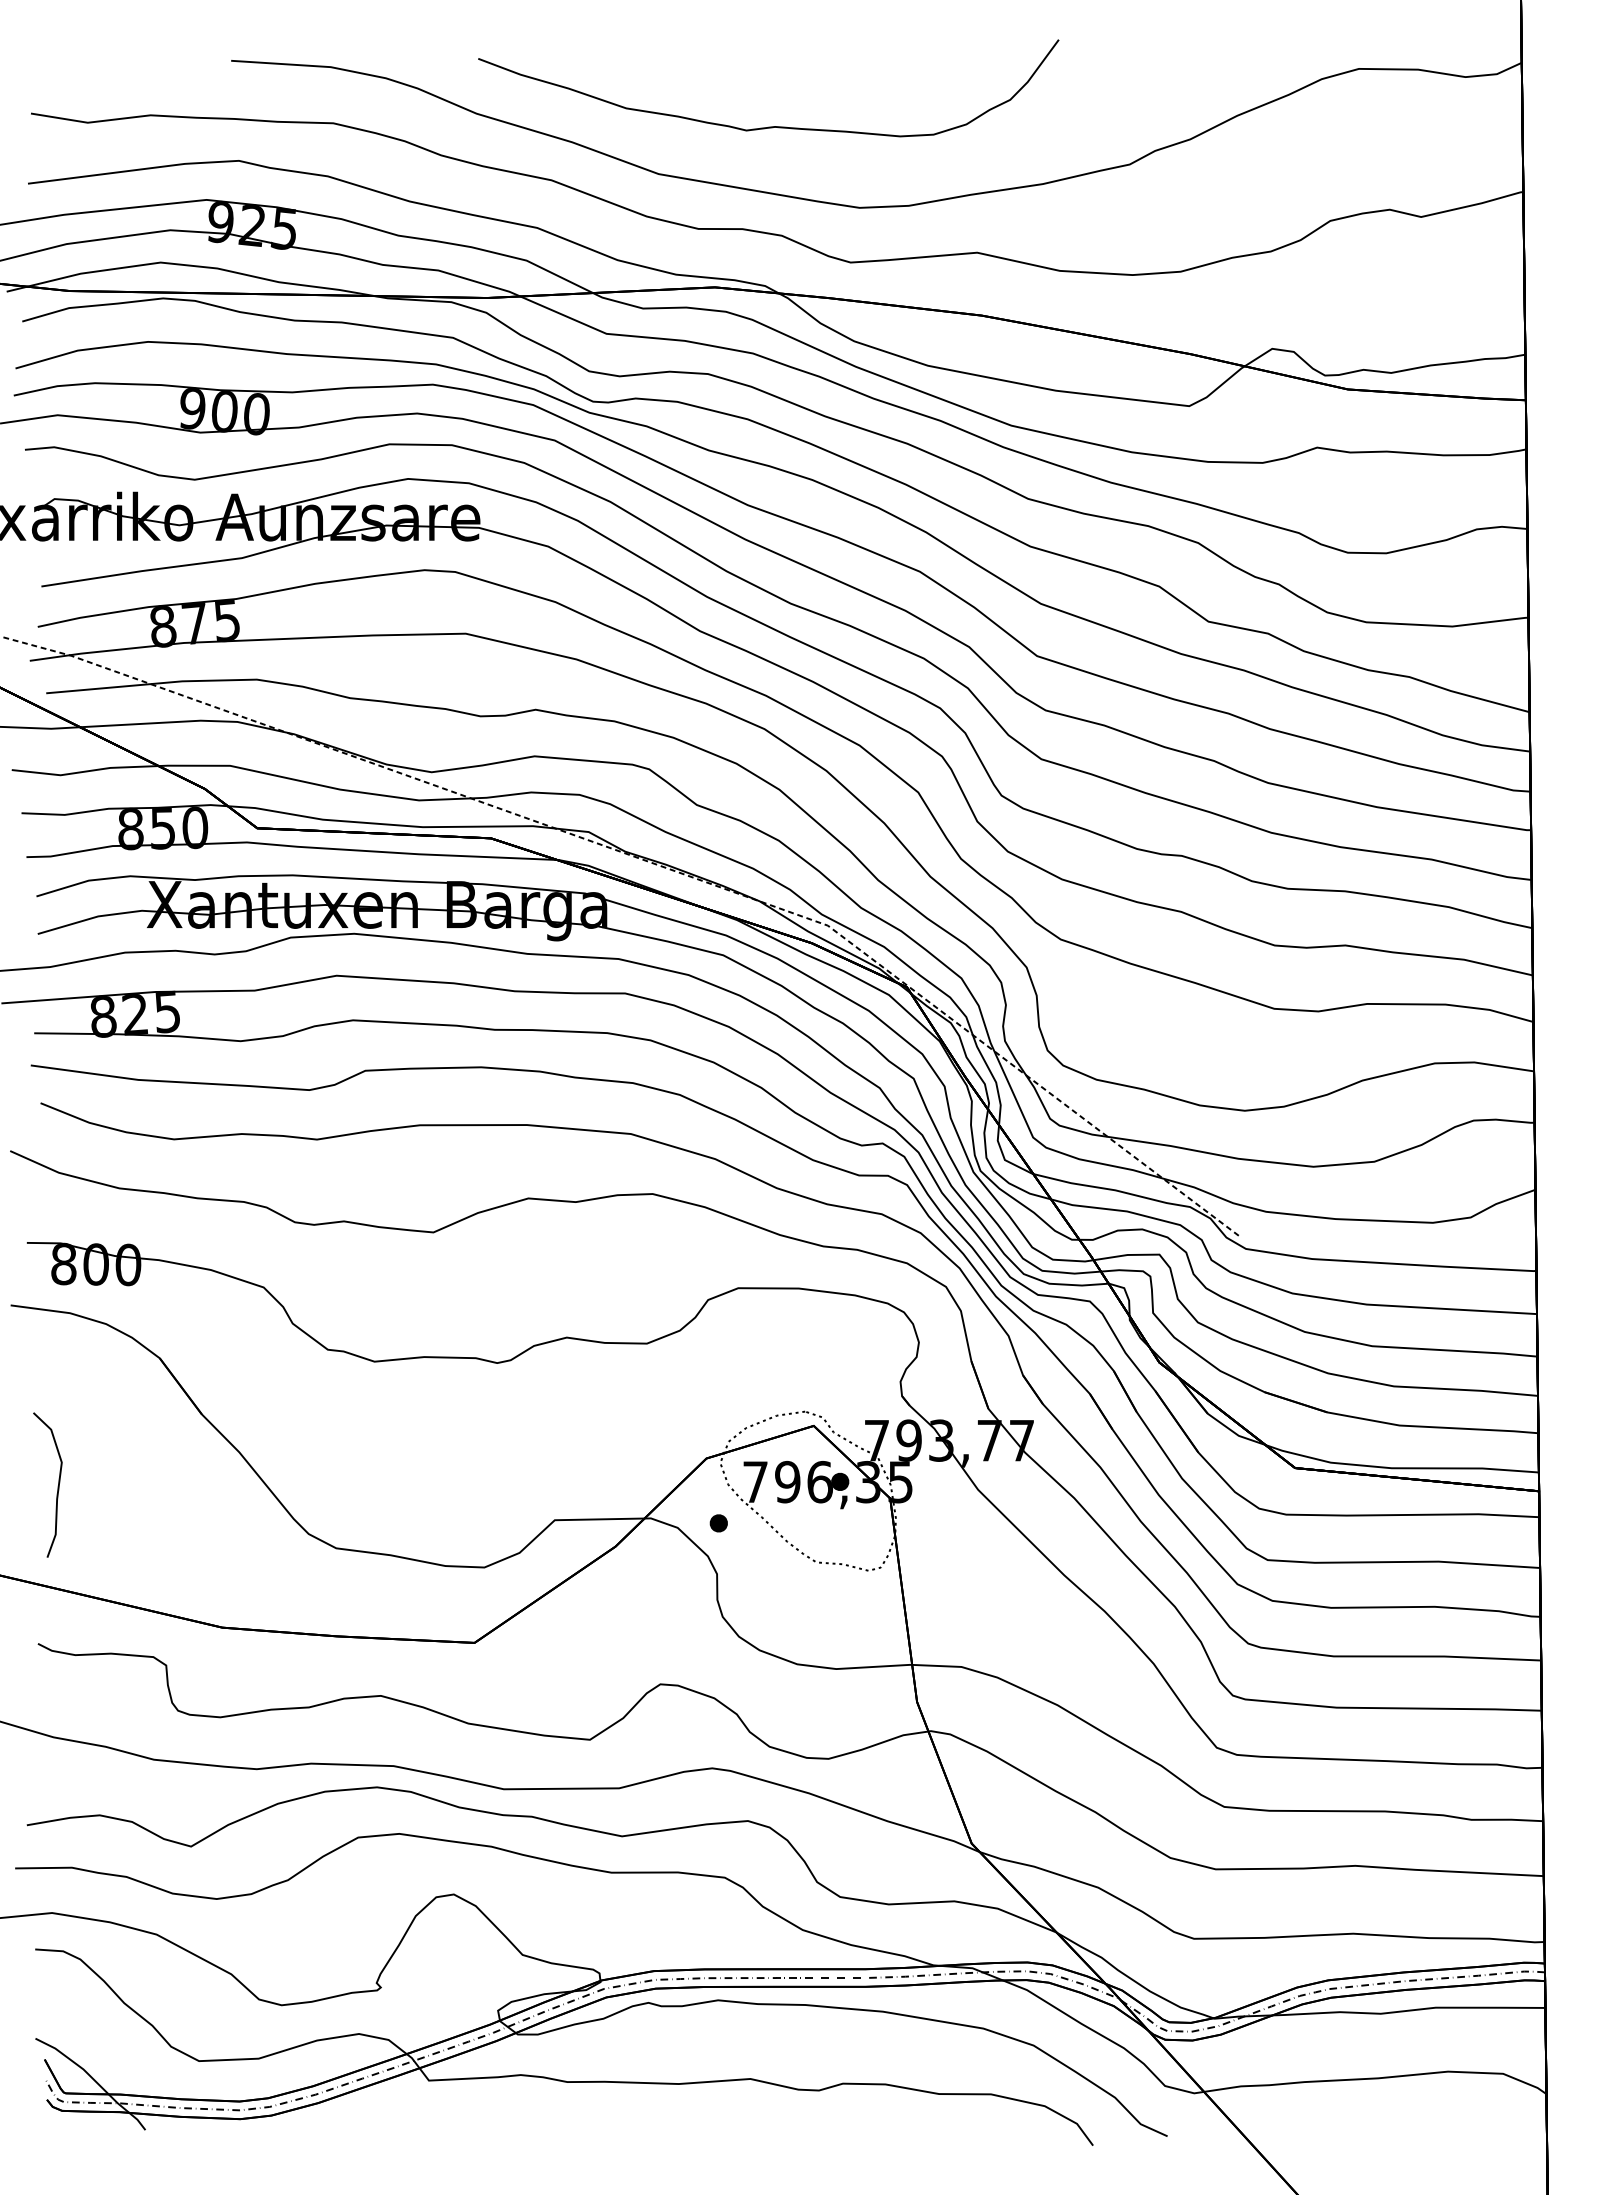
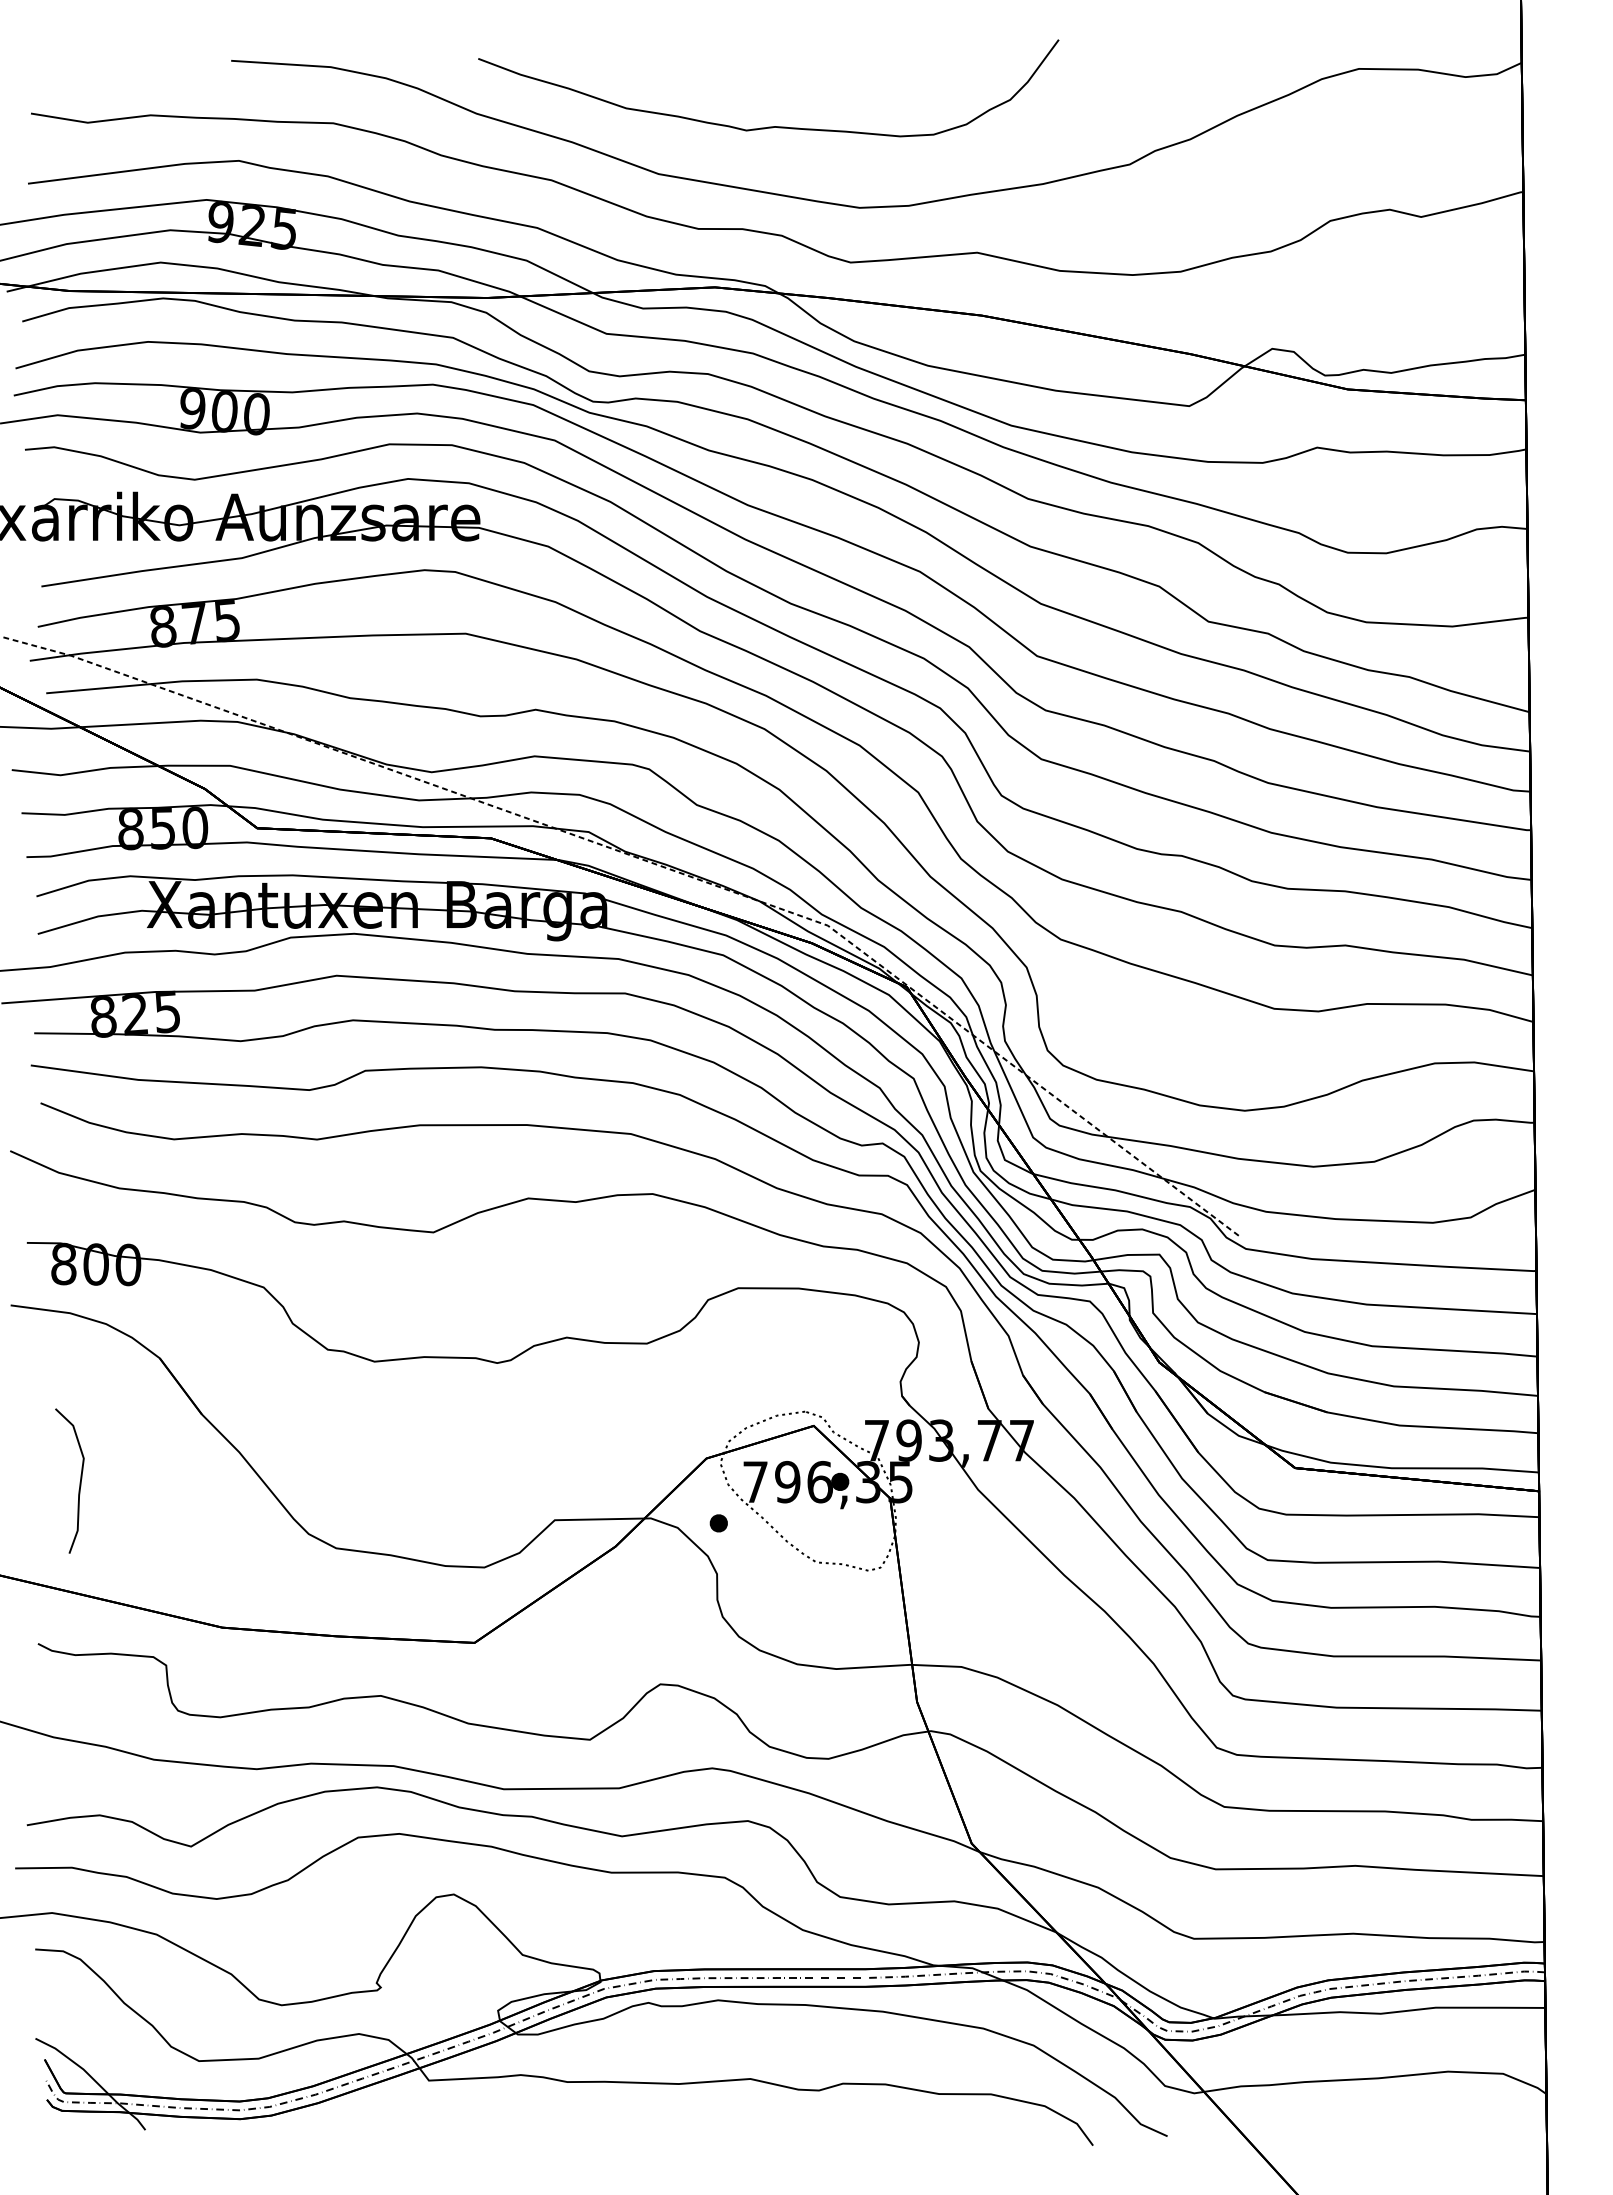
curve at (57, 1486) position: (57, 1486) -> (79, 1482)
